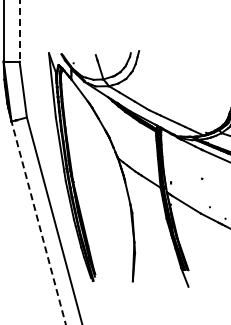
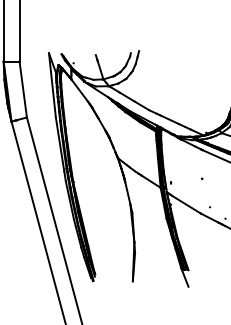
line at (19, 31): dashed -> solid
line at (38, 222): dashed -> solid
